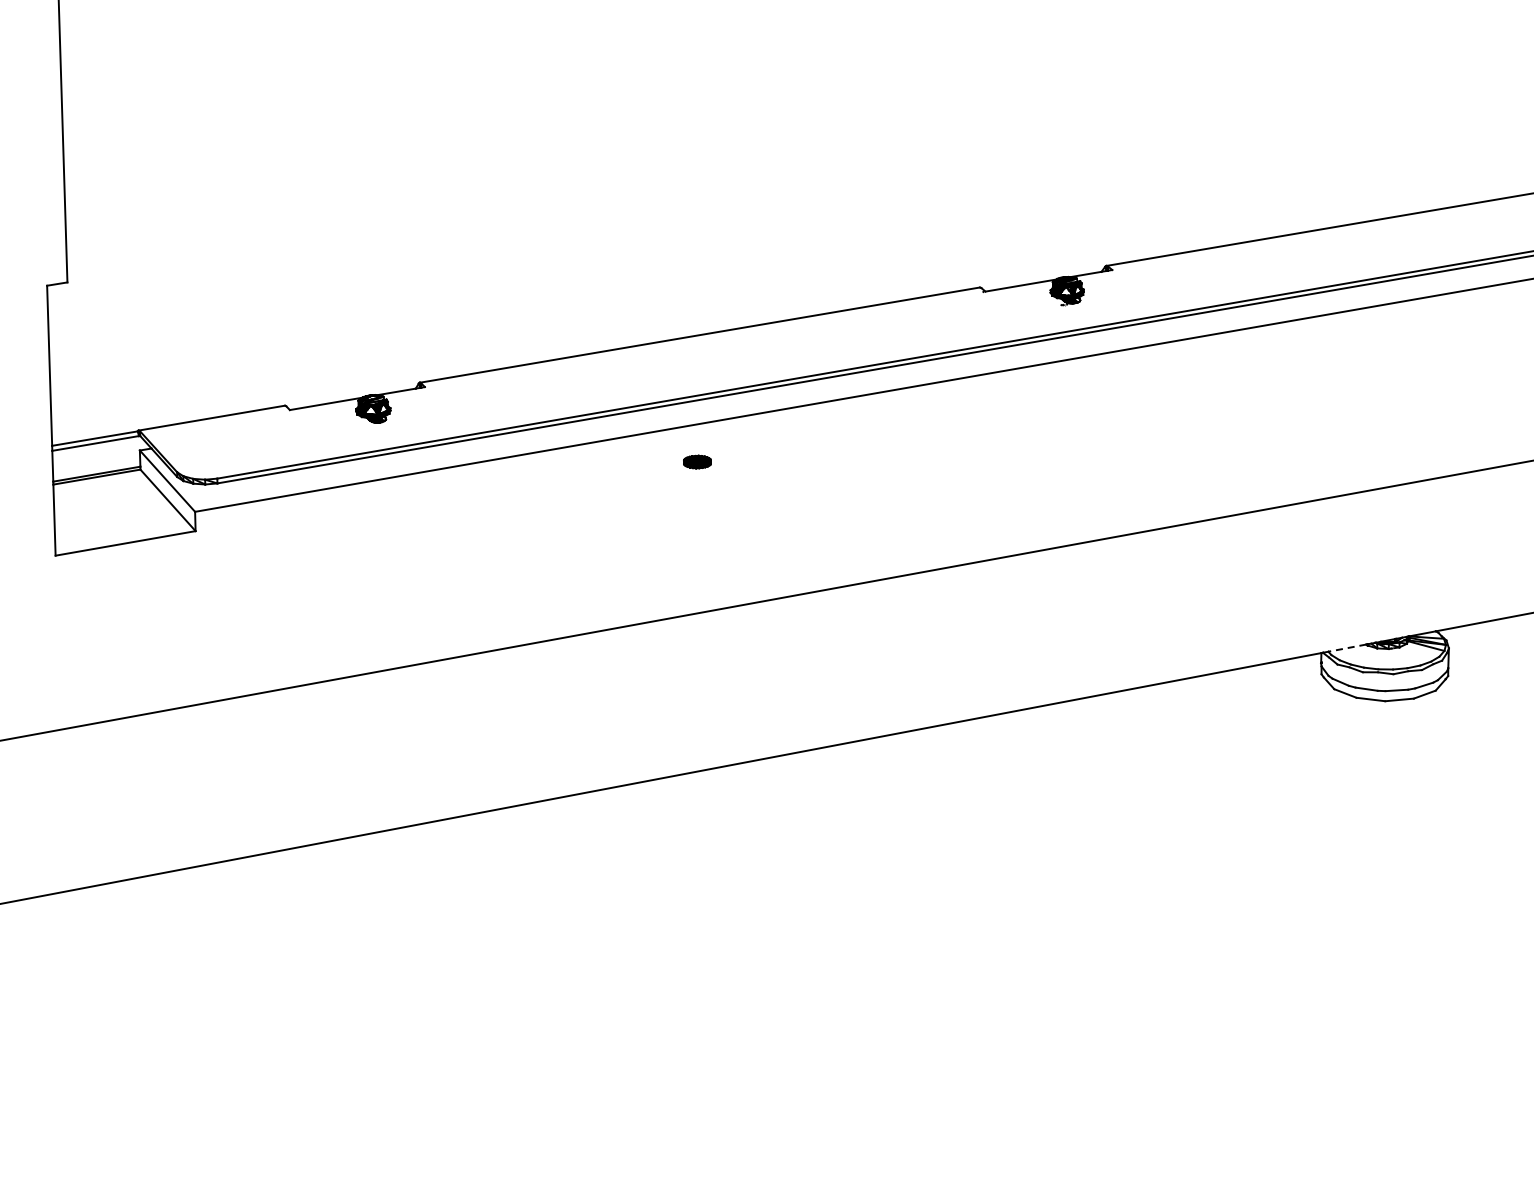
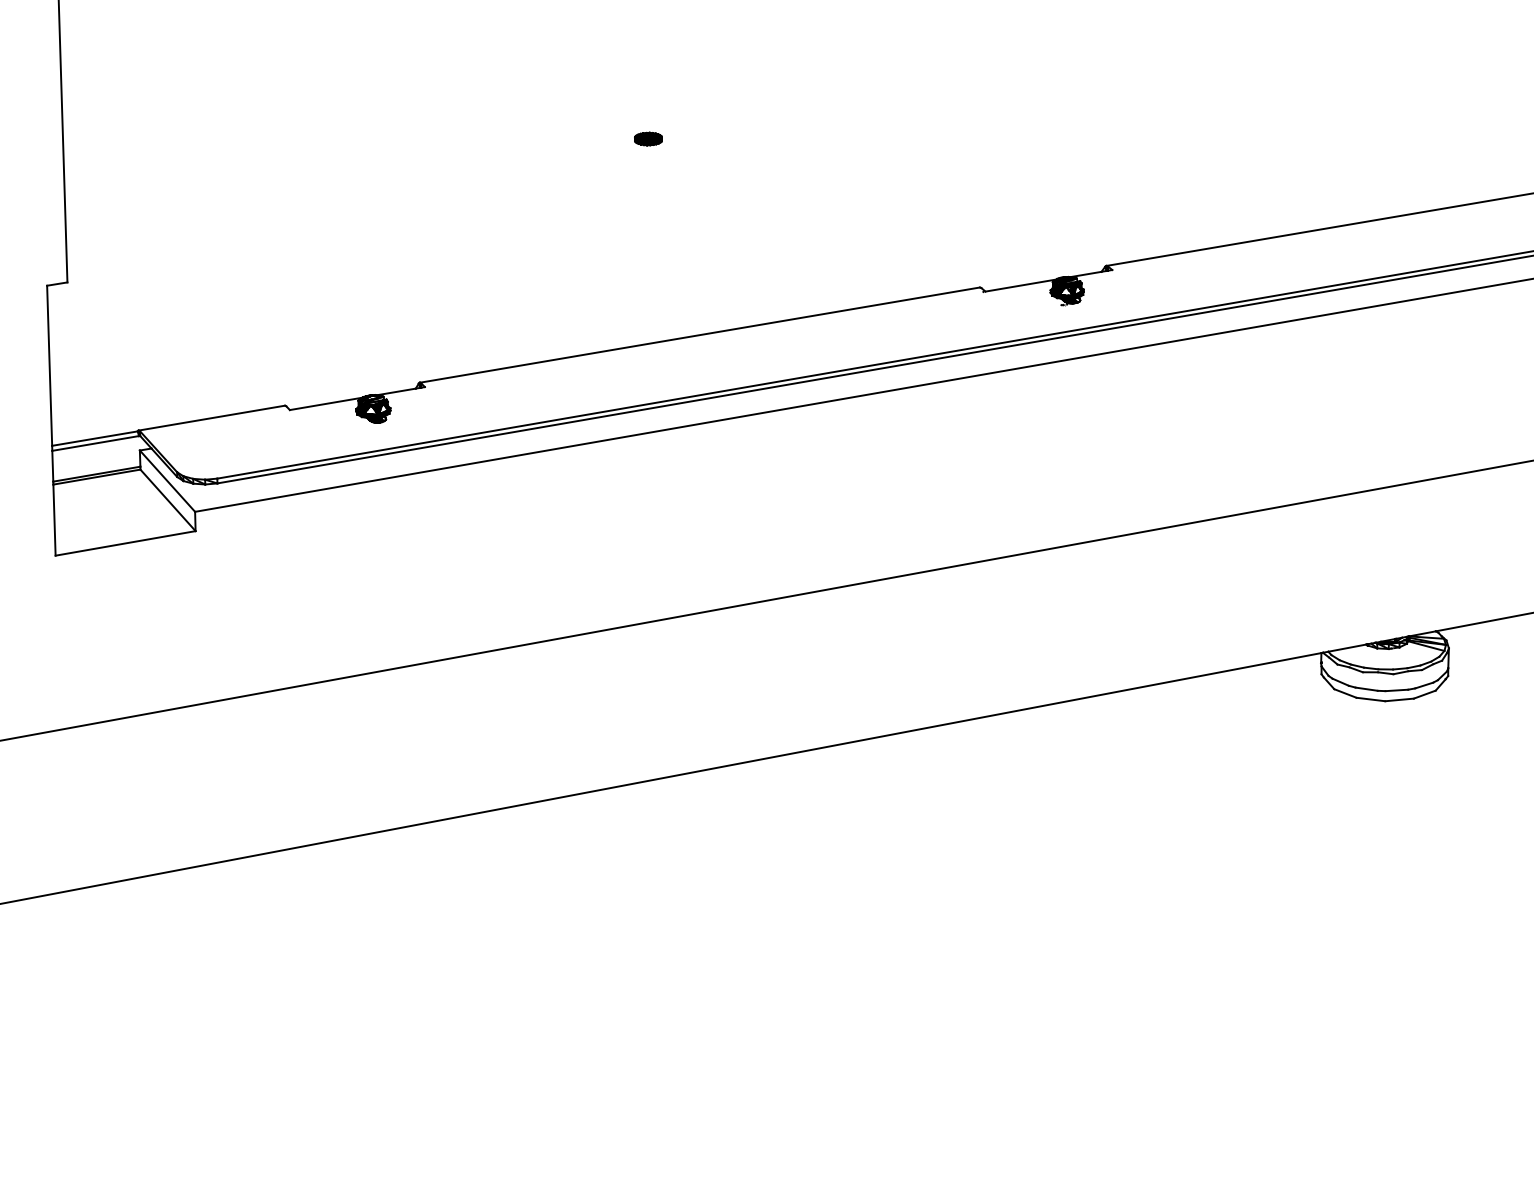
part at (697, 461) position: (697, 461) -> (648, 138)
line at (1346, 648): dashed -> solid
